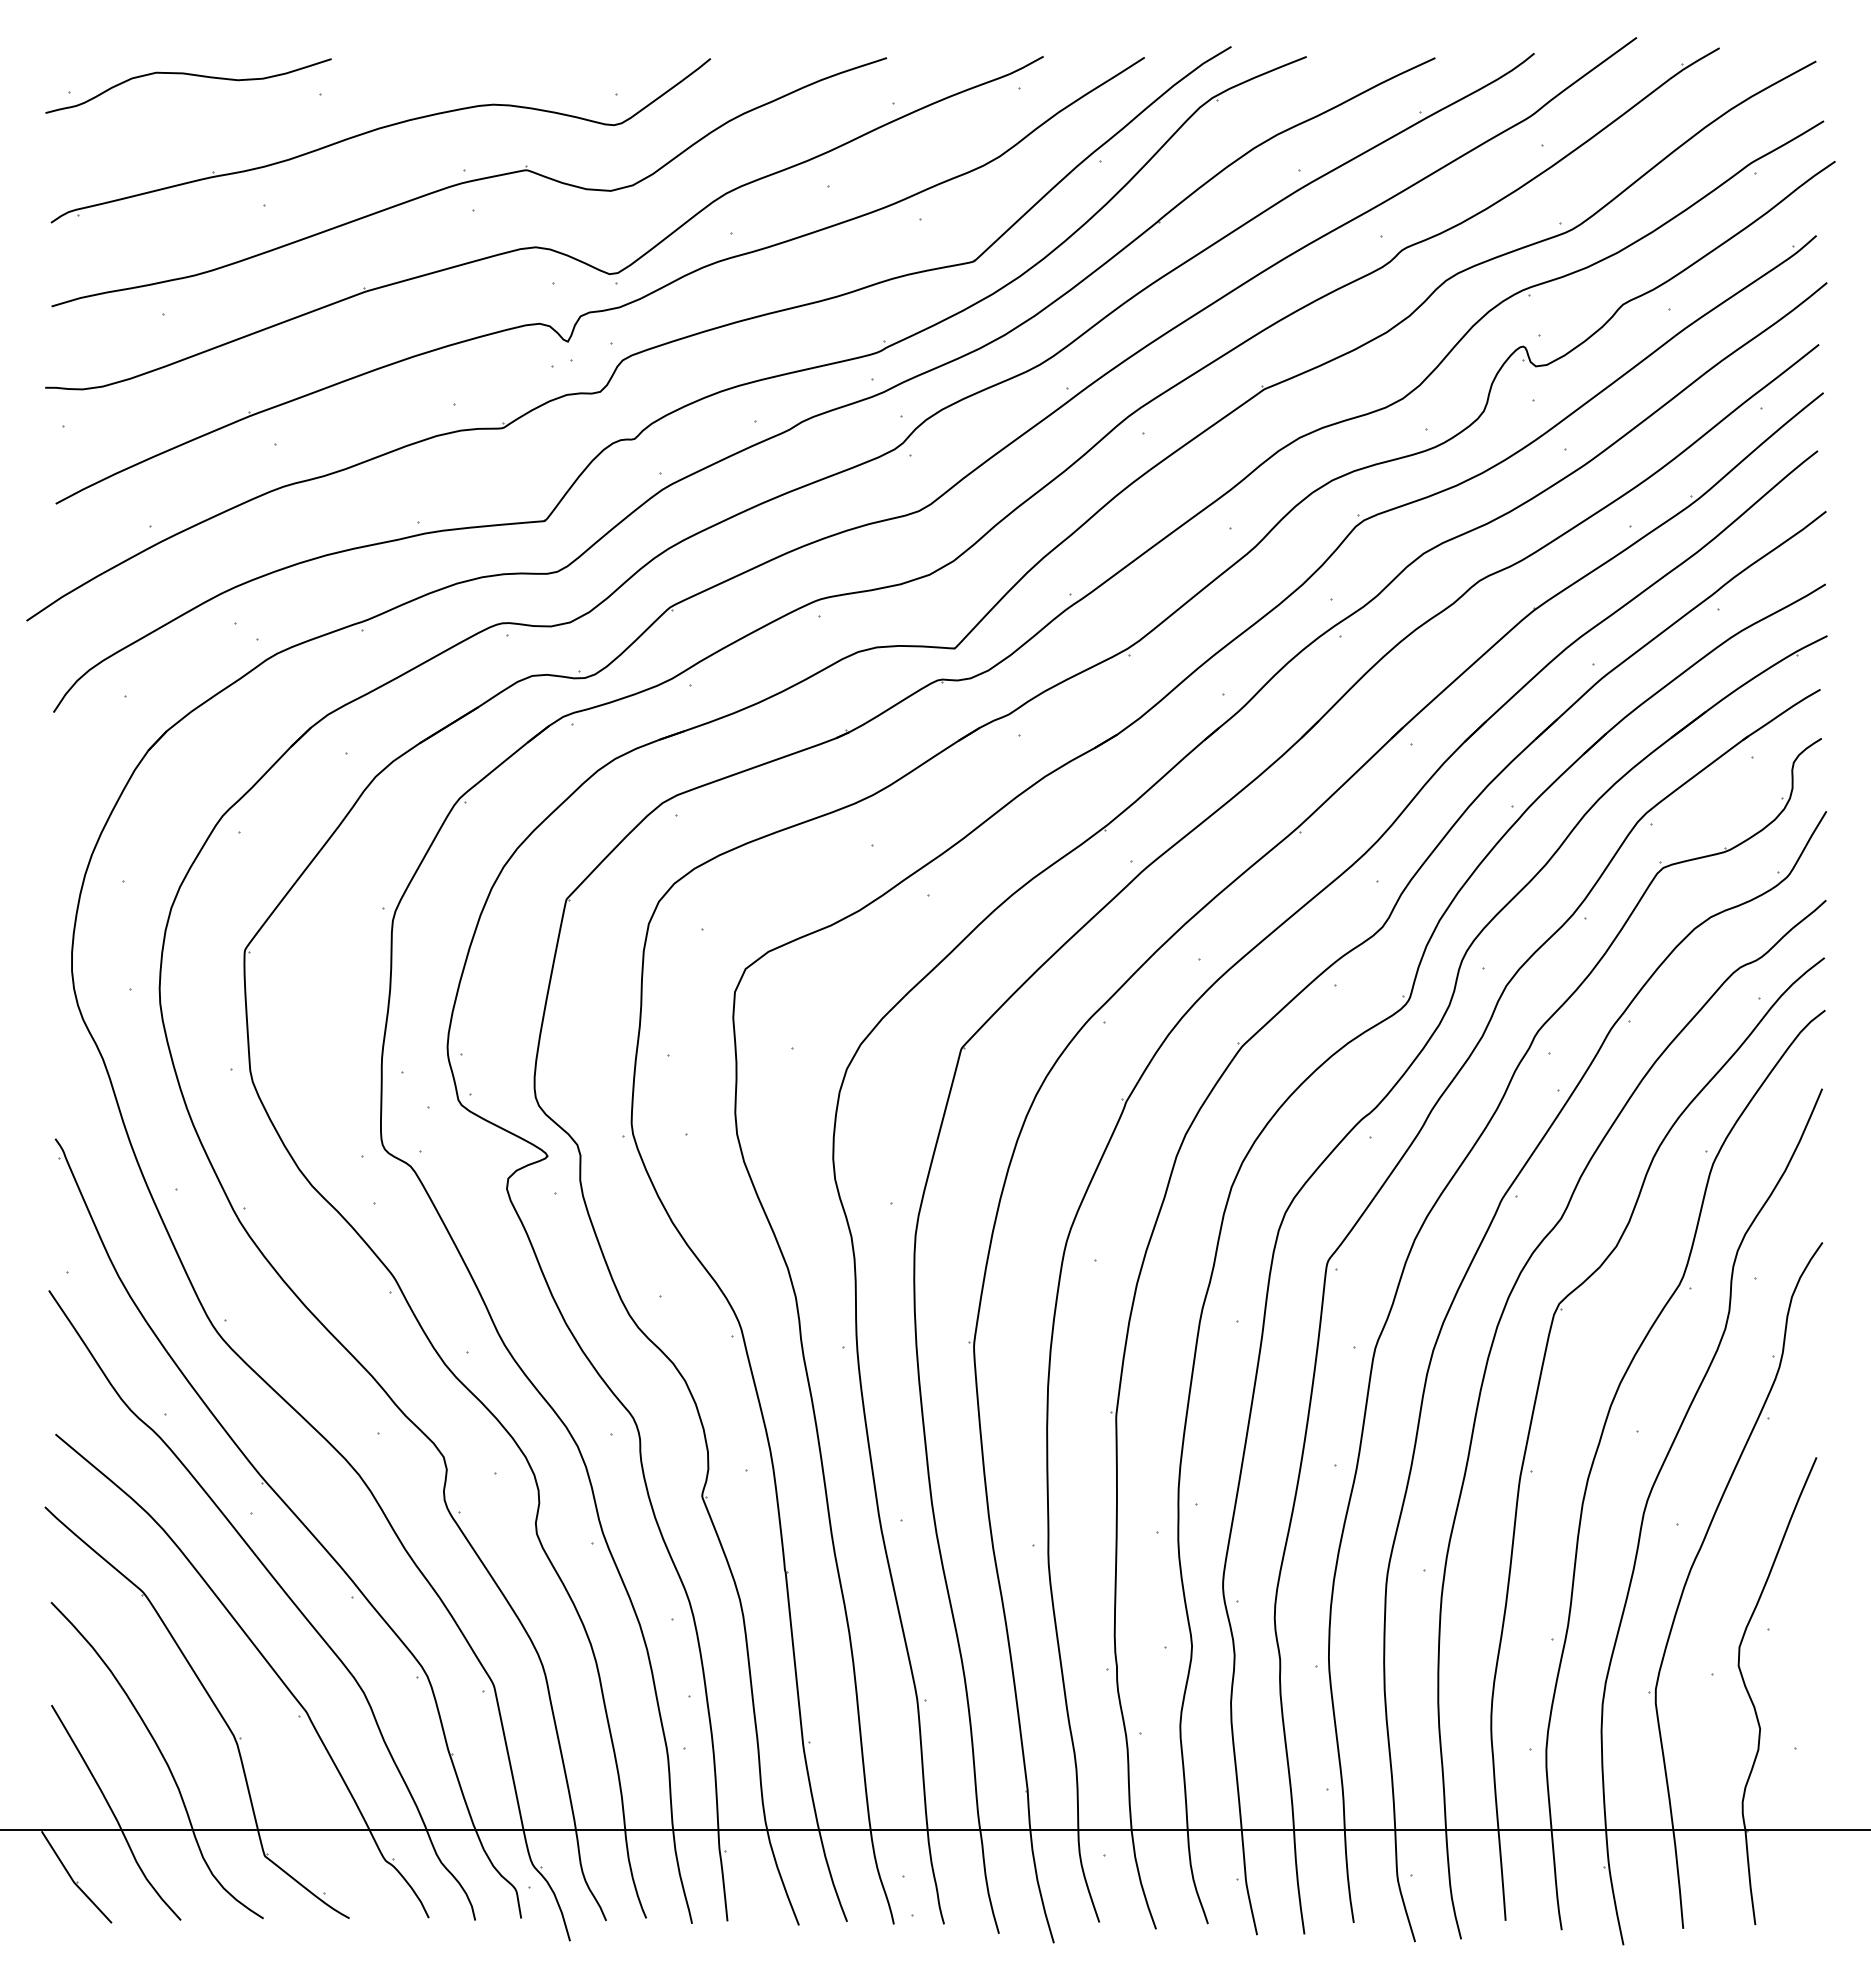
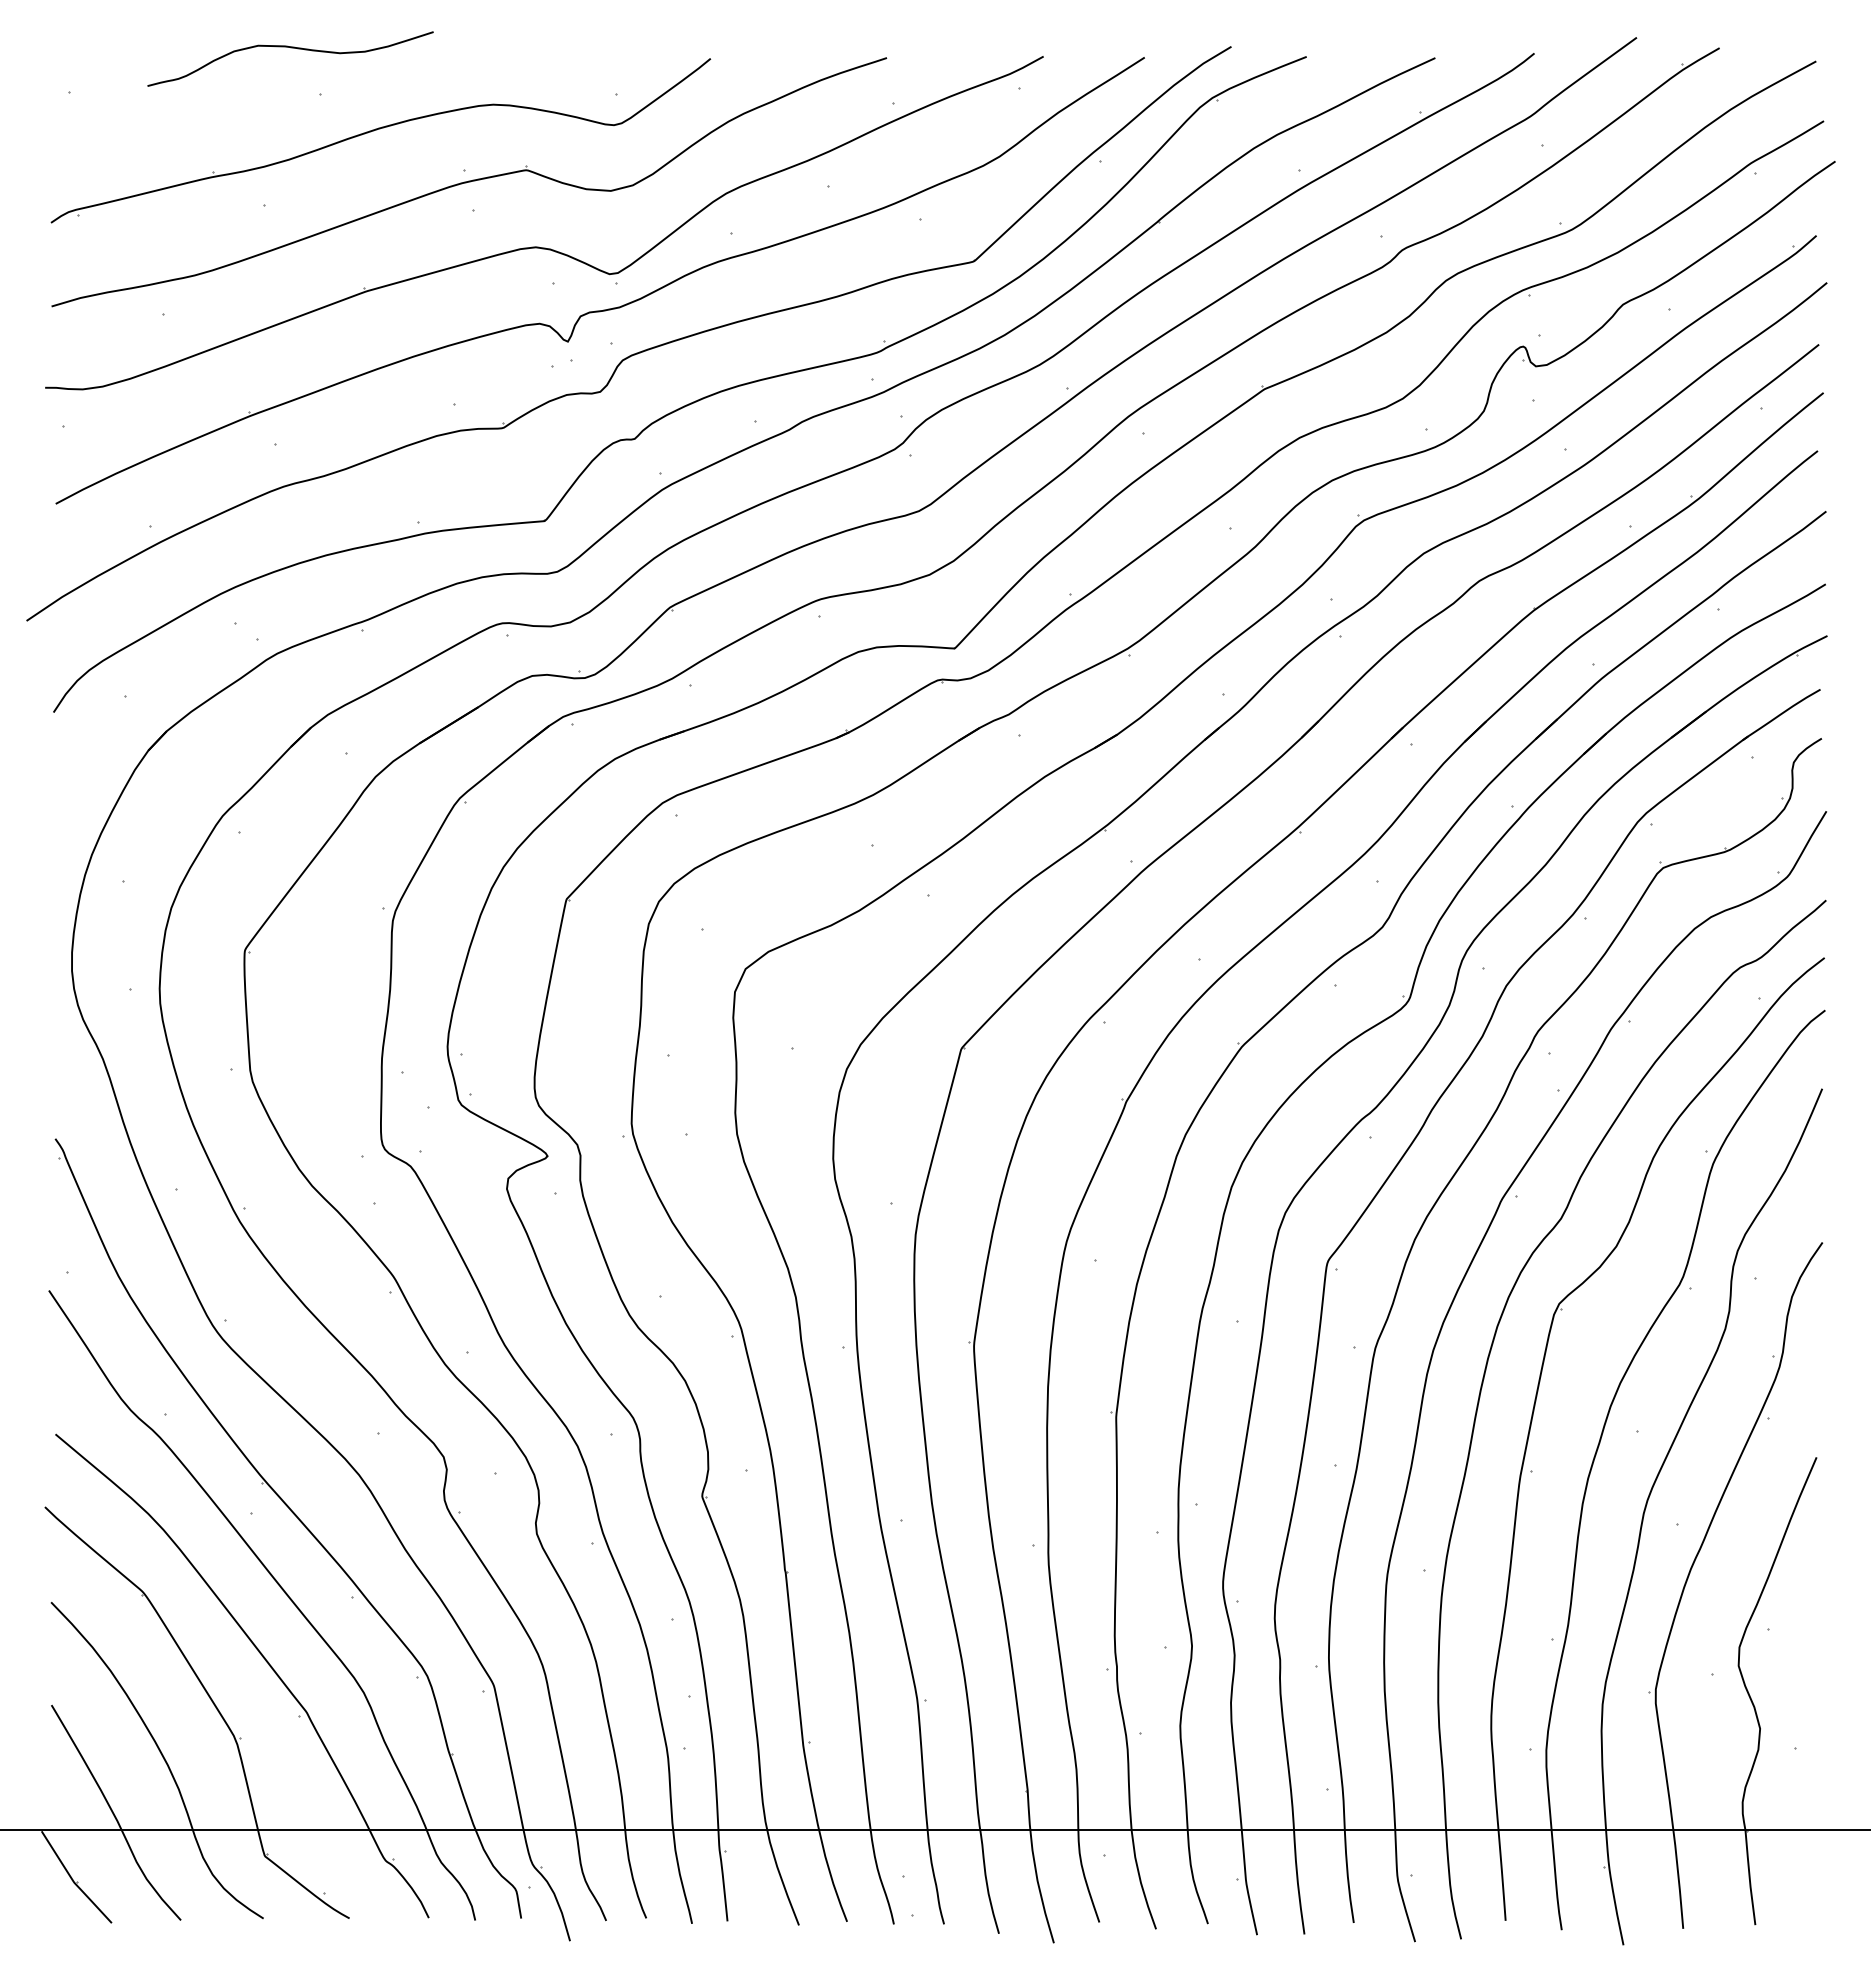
curve at (188, 75) position: (188, 75) -> (290, 48)
